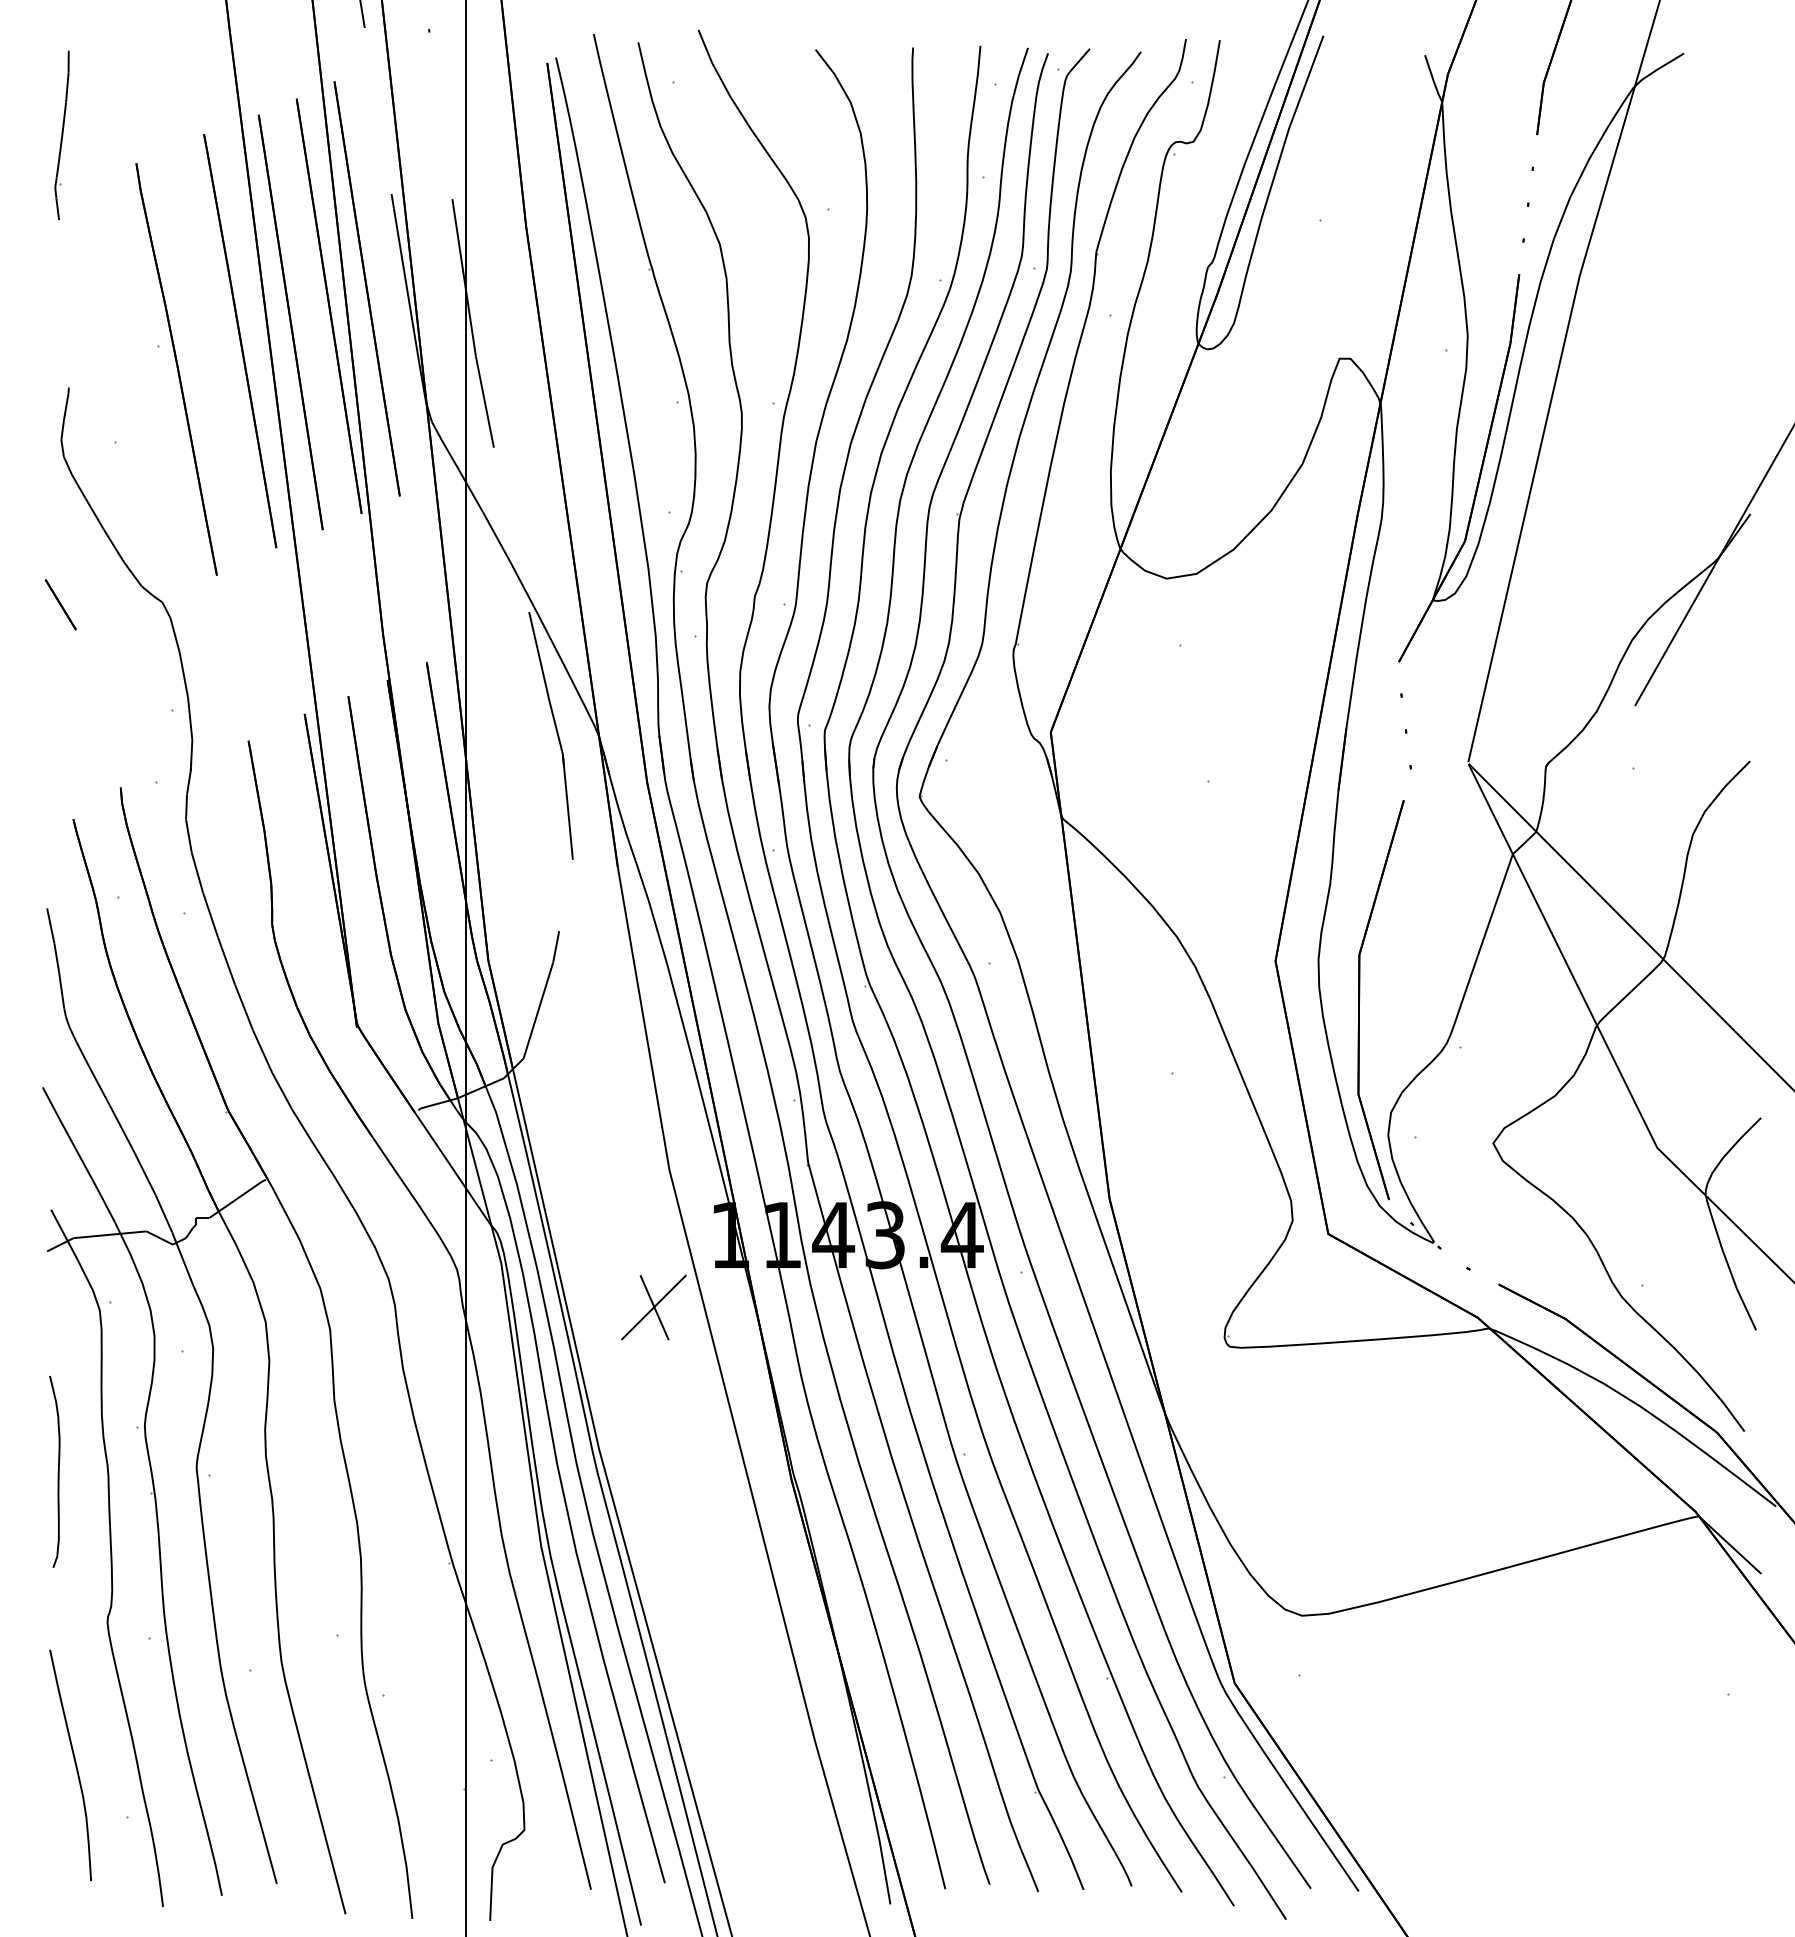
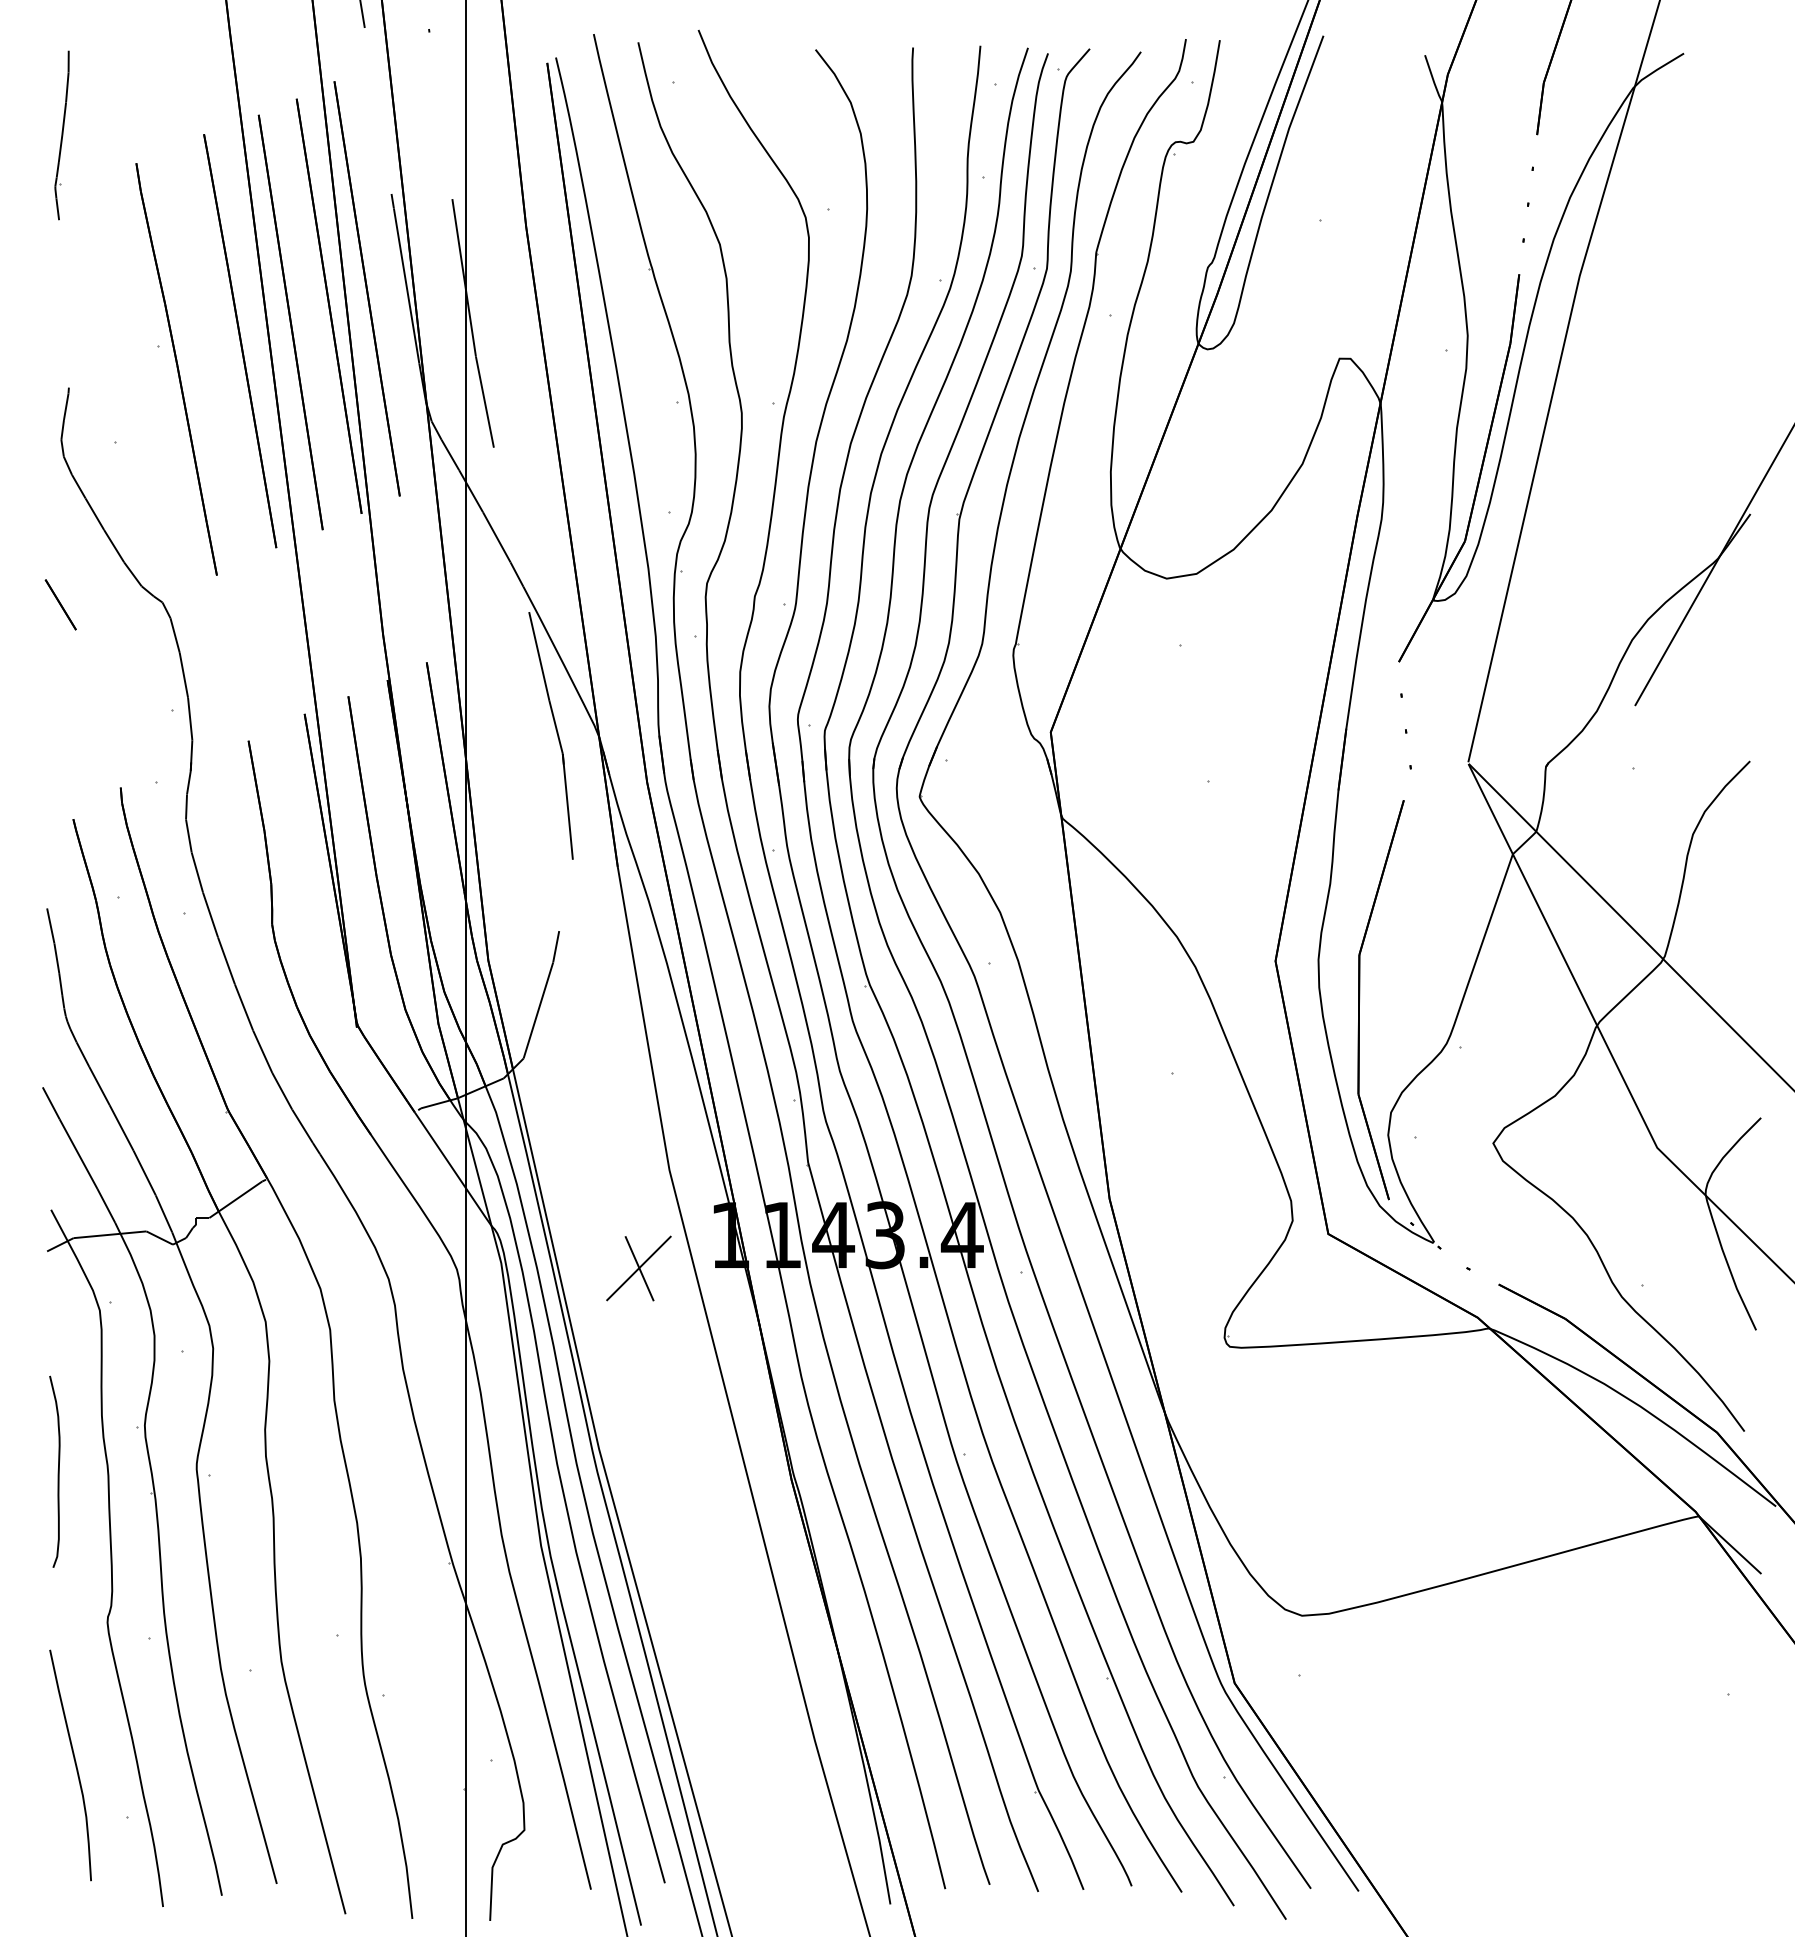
part at (653, 1307) position: (653, 1307) -> (638, 1268)
